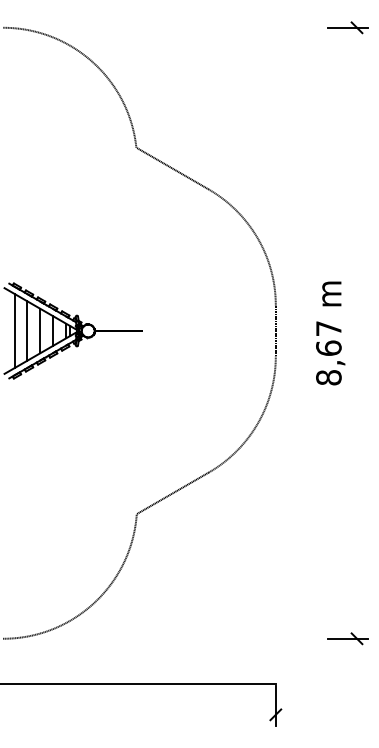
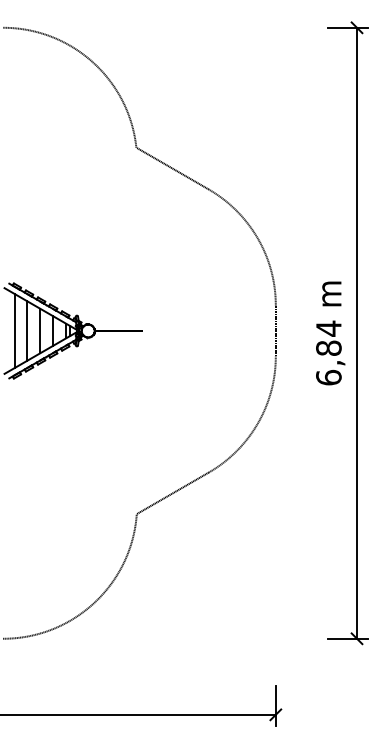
line at (357, 332): none -> present
text at (328, 352): 8,67 -> 6,84
line at (138, 683) position: (138, 683) -> (138, 714)
